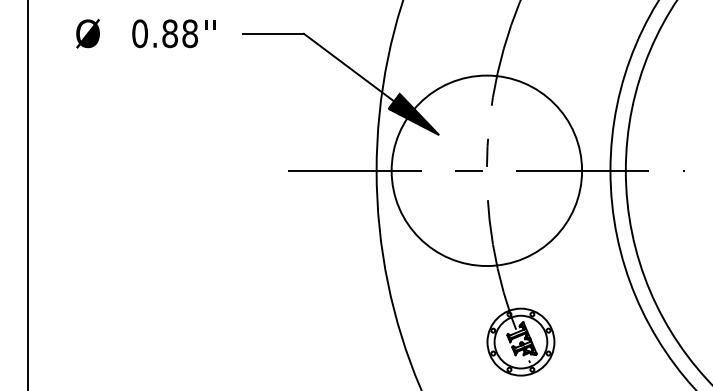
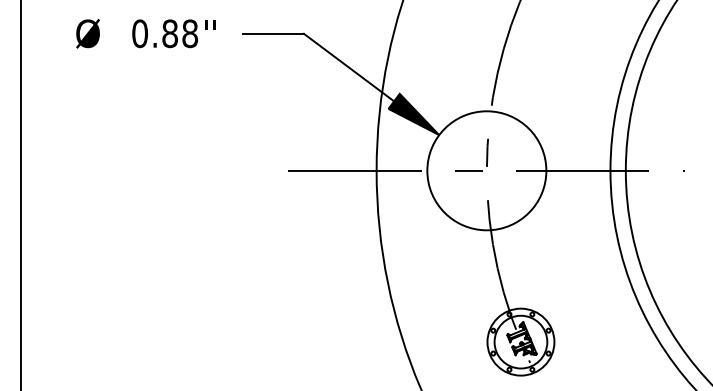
circle at (486, 170) diameter: 190 px -> 119 px
line at (28, 194) position: (28, 194) -> (21, 194)
